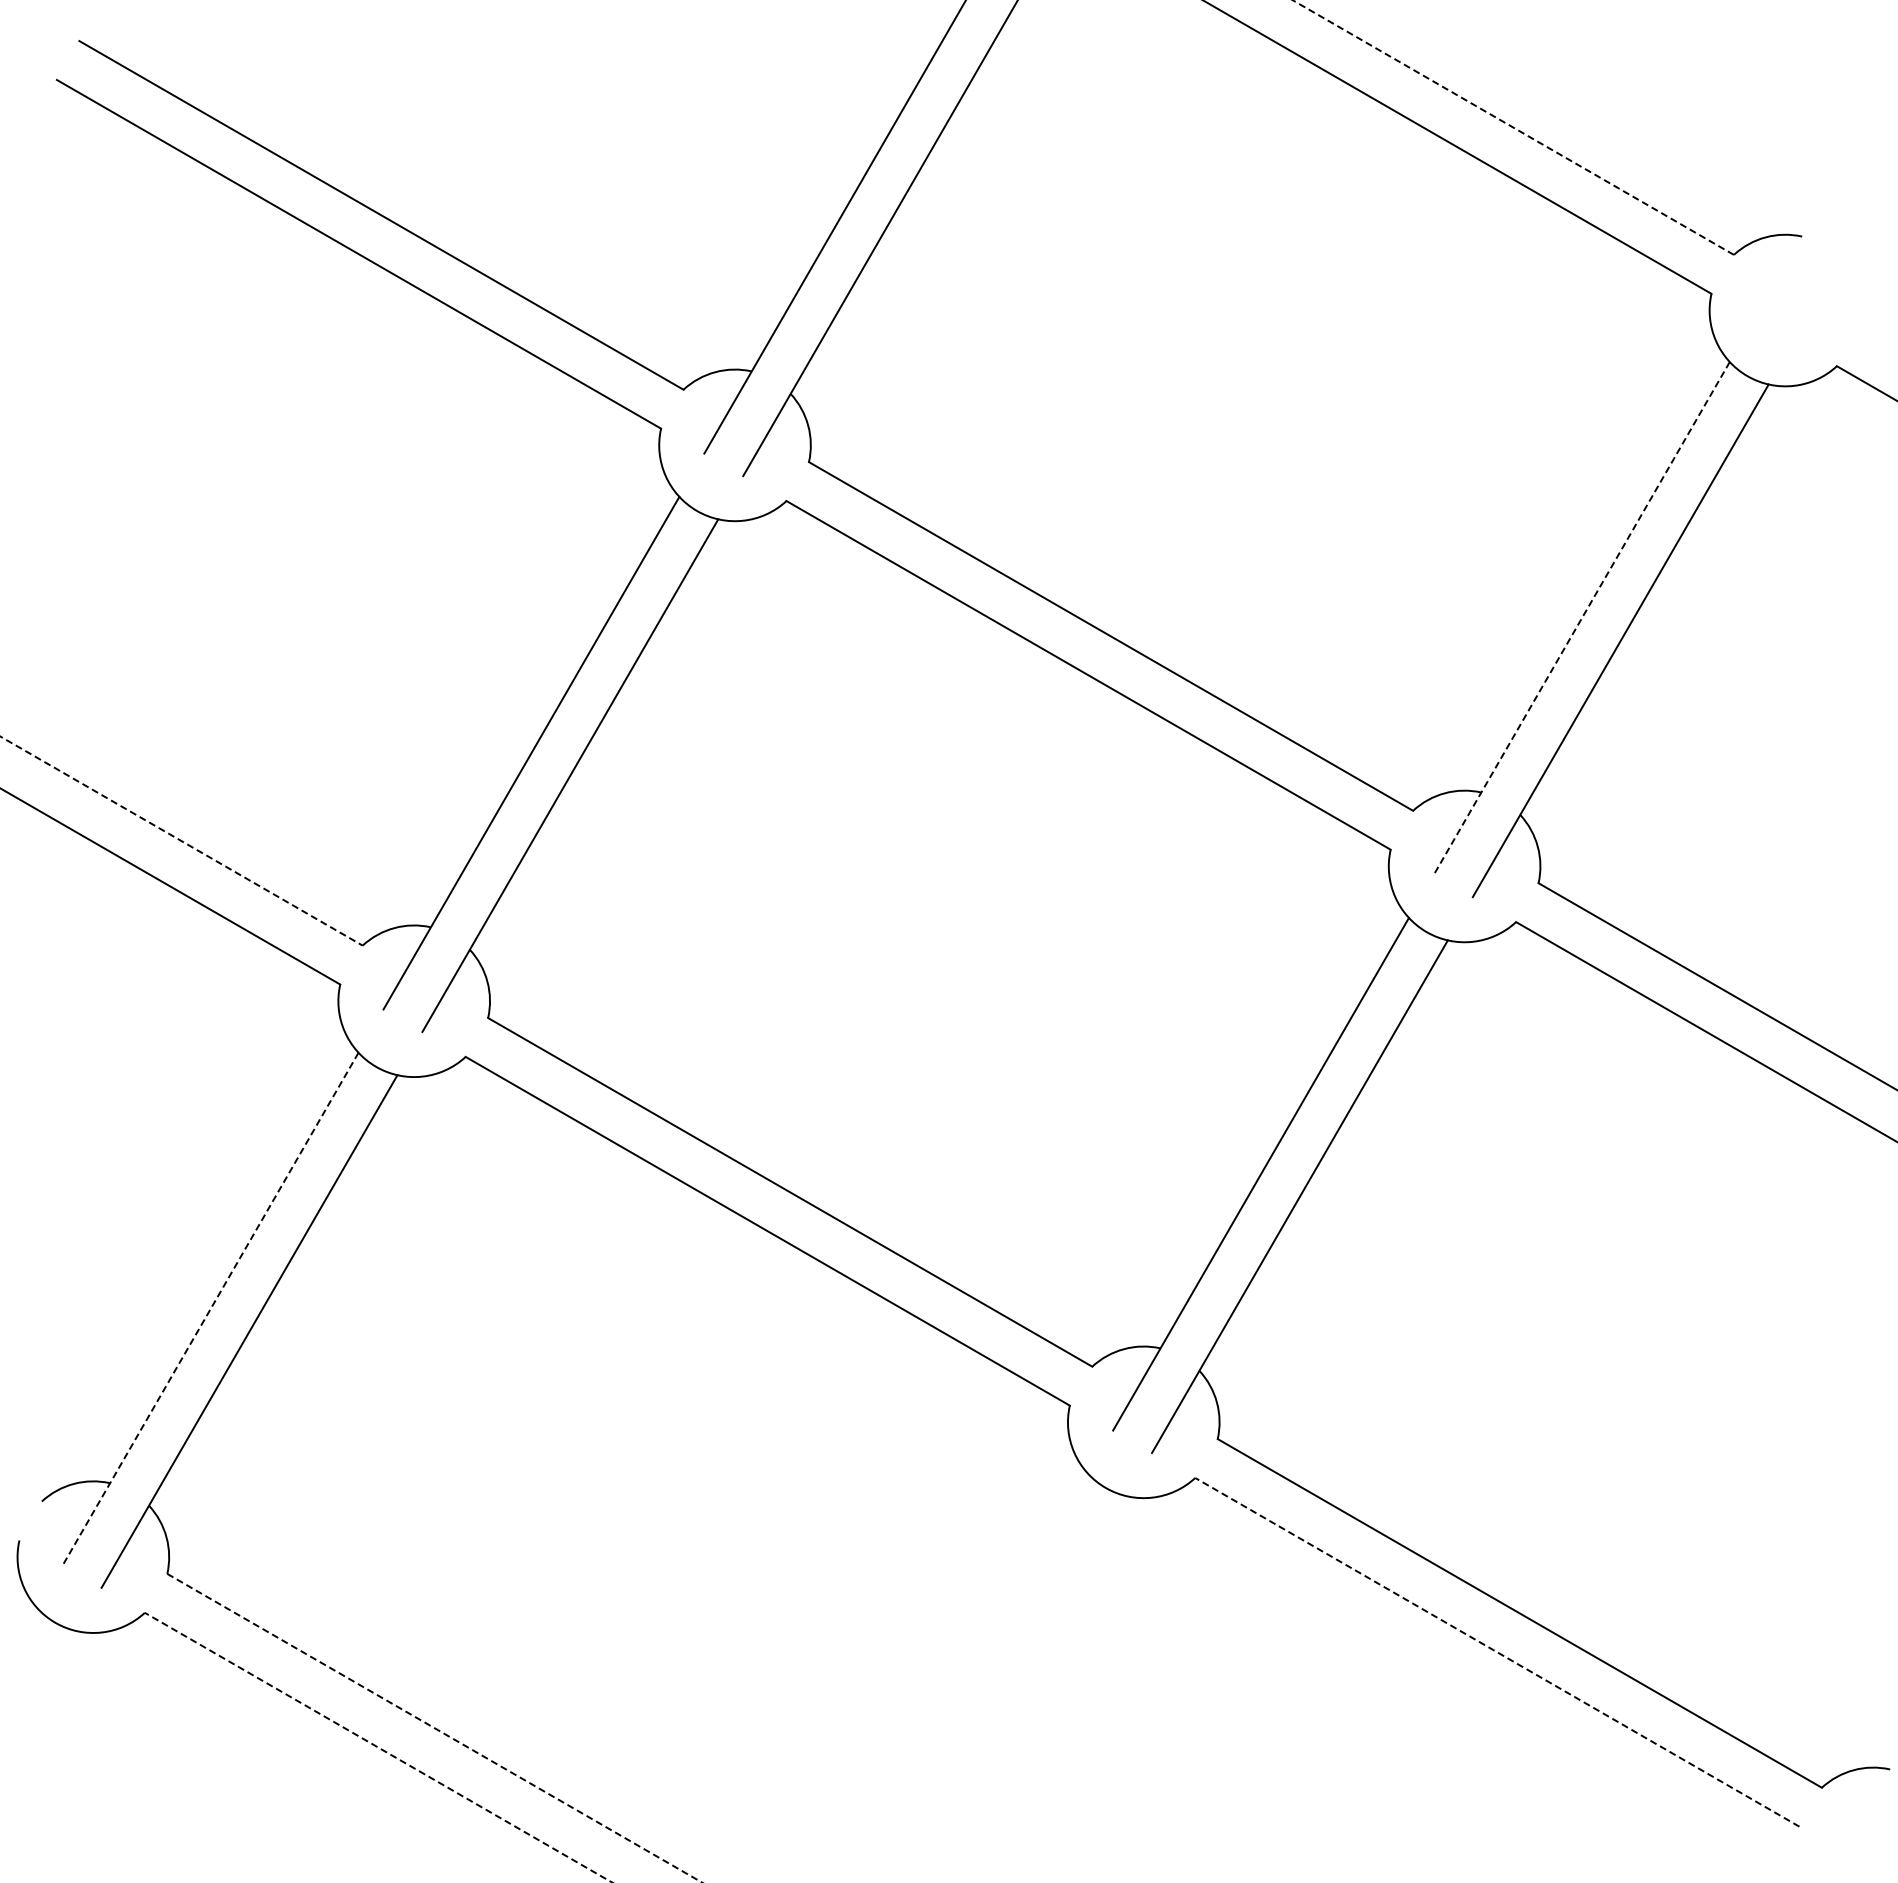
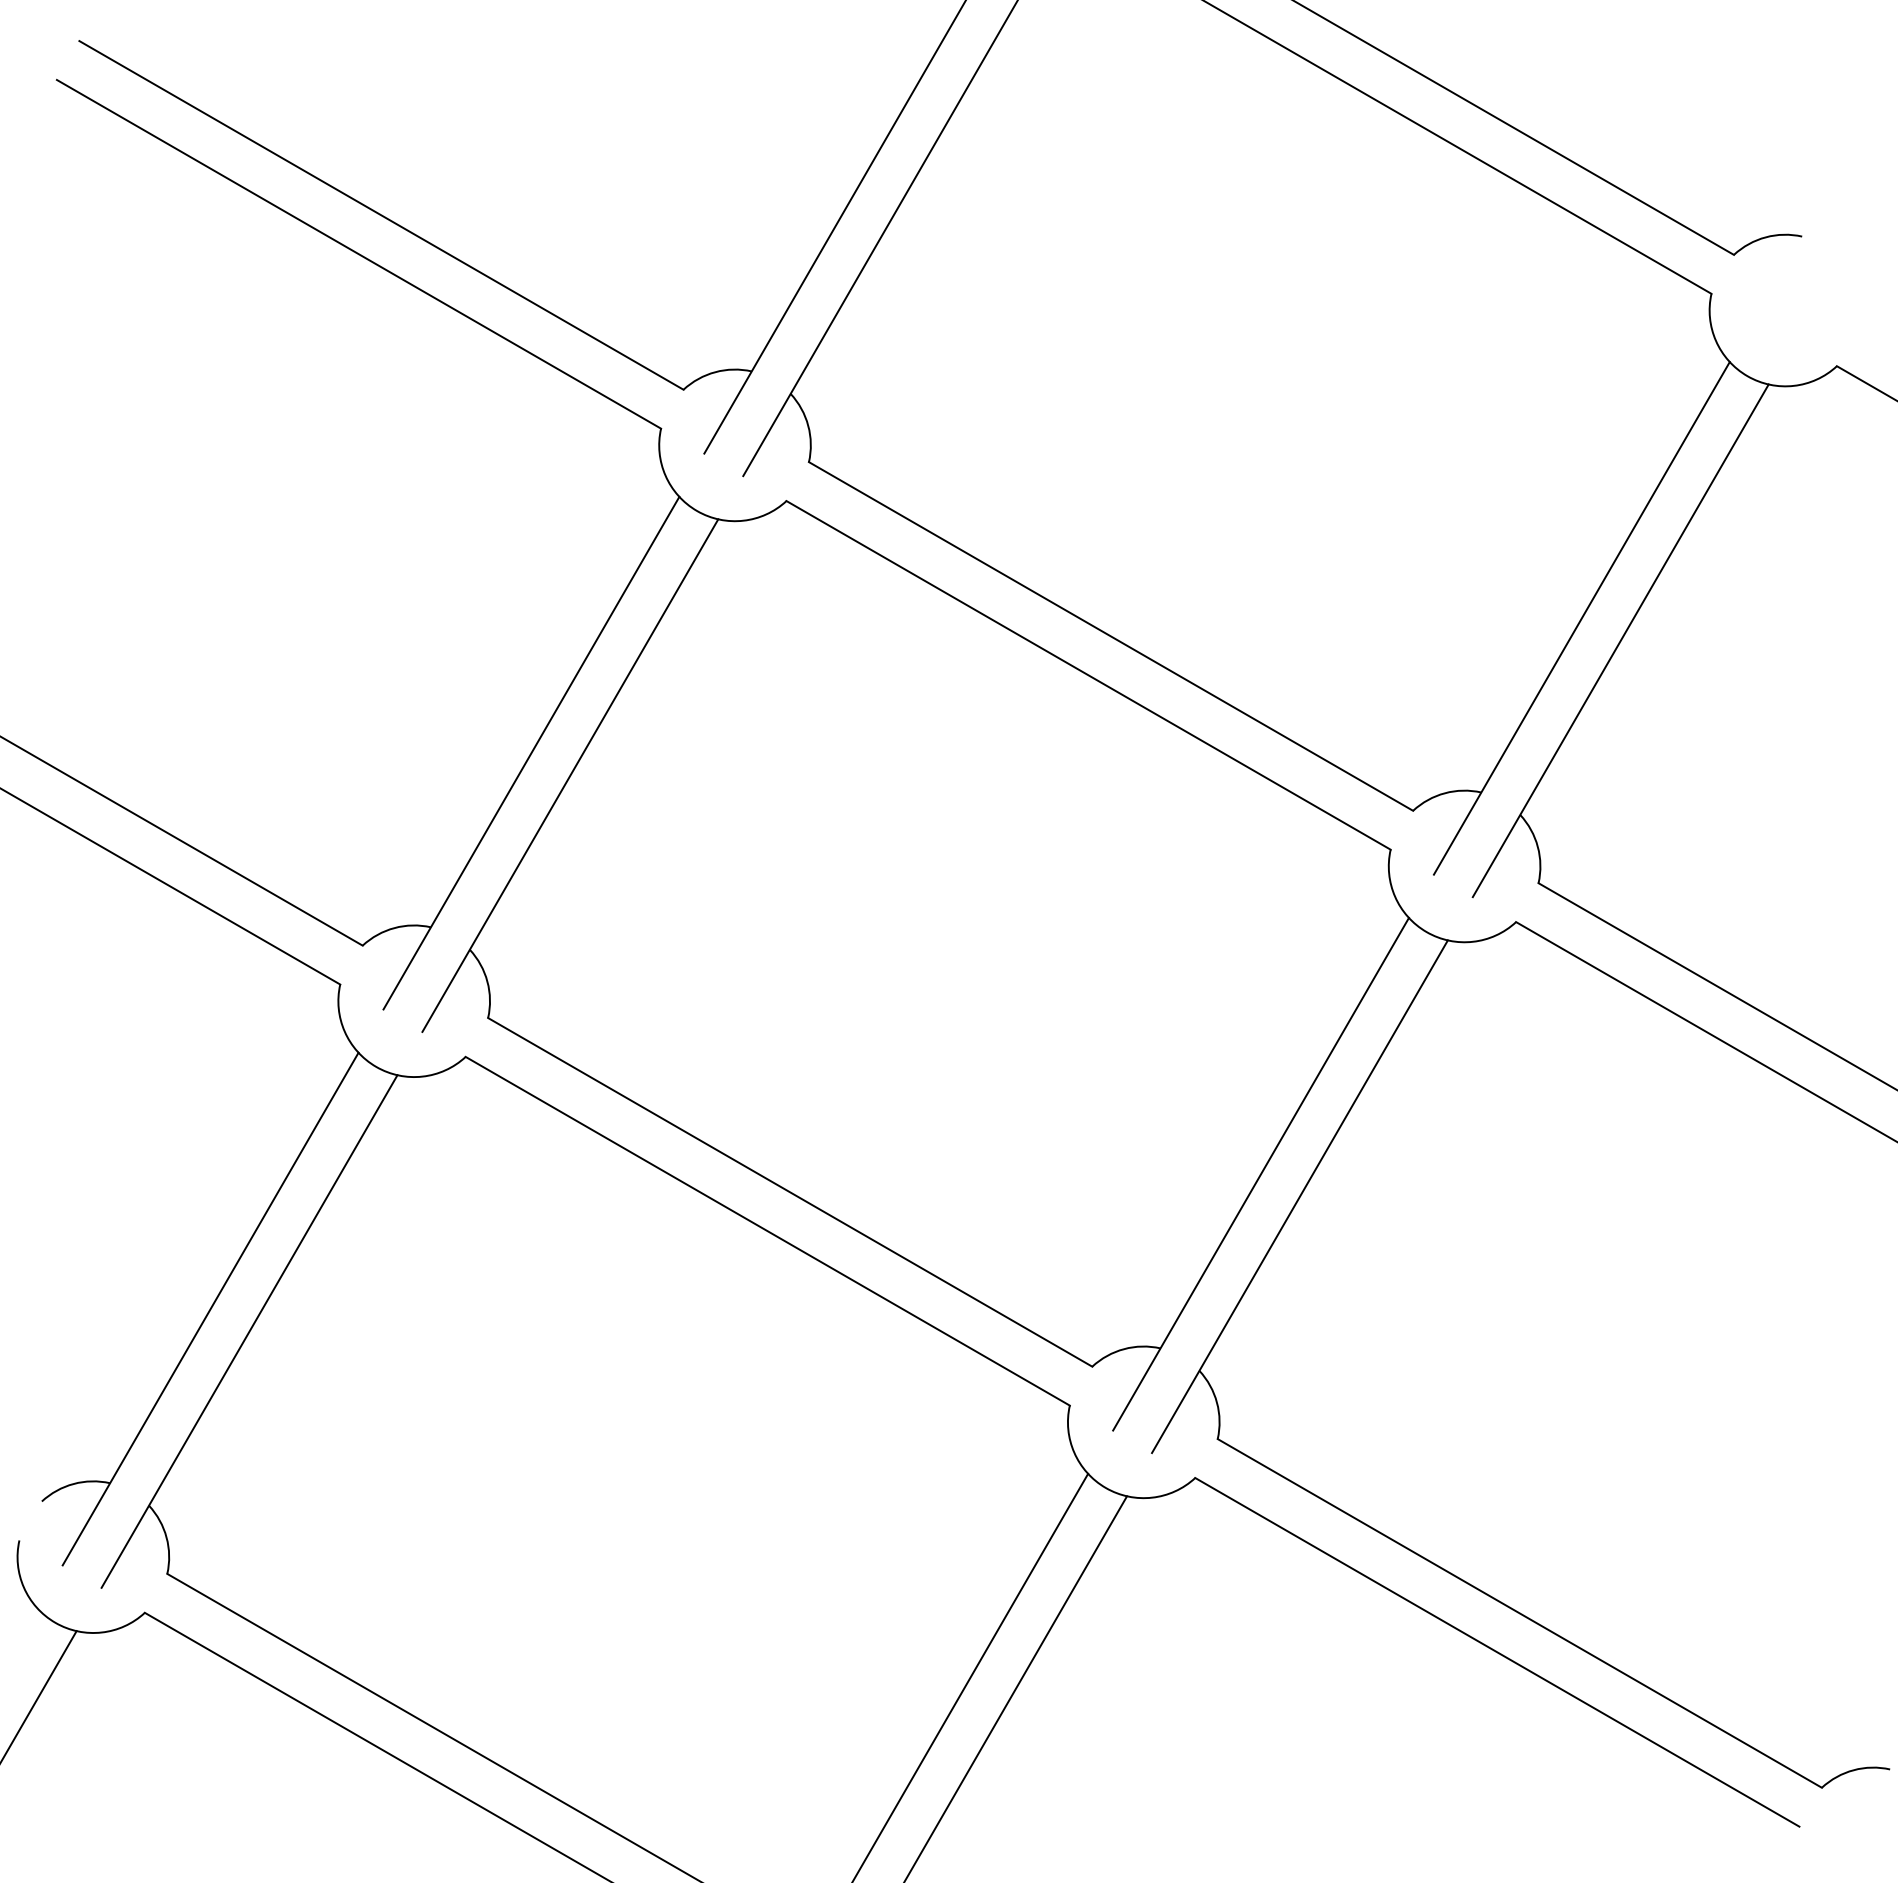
line at (1513, 127): dashed -> solid
line at (1581, 618): dashed -> solid
line at (181, 841): dashed -> solid
line at (210, 1309): dashed -> solid
line at (1497, 1652): dashed -> solid
line at (970, 1676): none -> present
line at (1016, 1687): none -> present
line at (39, 1695): none -> present
line at (434, 1728): dashed -> solid
line at (378, 1747): dashed -> solid
